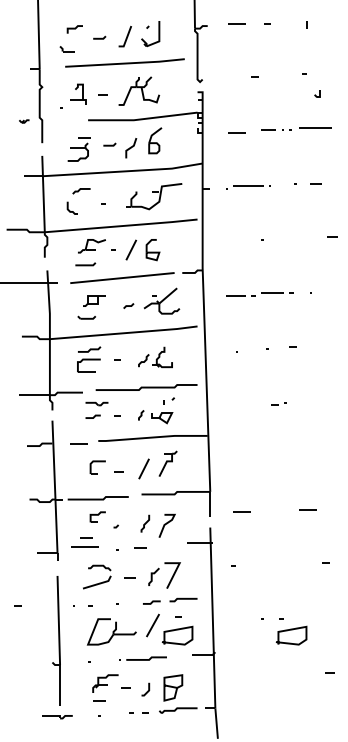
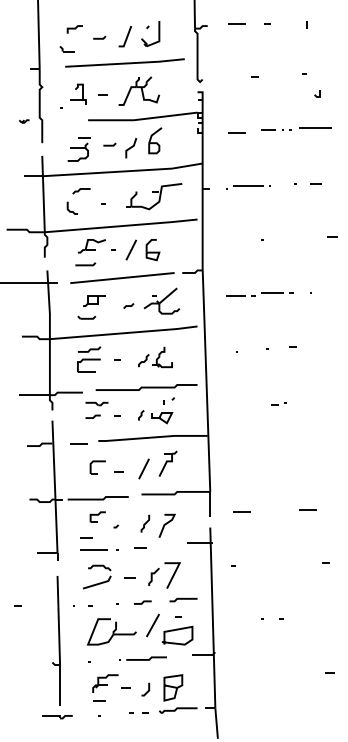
line at (84, 546) position: (84, 546) -> (93, 549)
line at (151, 602) position: (151, 602) -> (142, 602)
curve at (291, 630): present -> none
